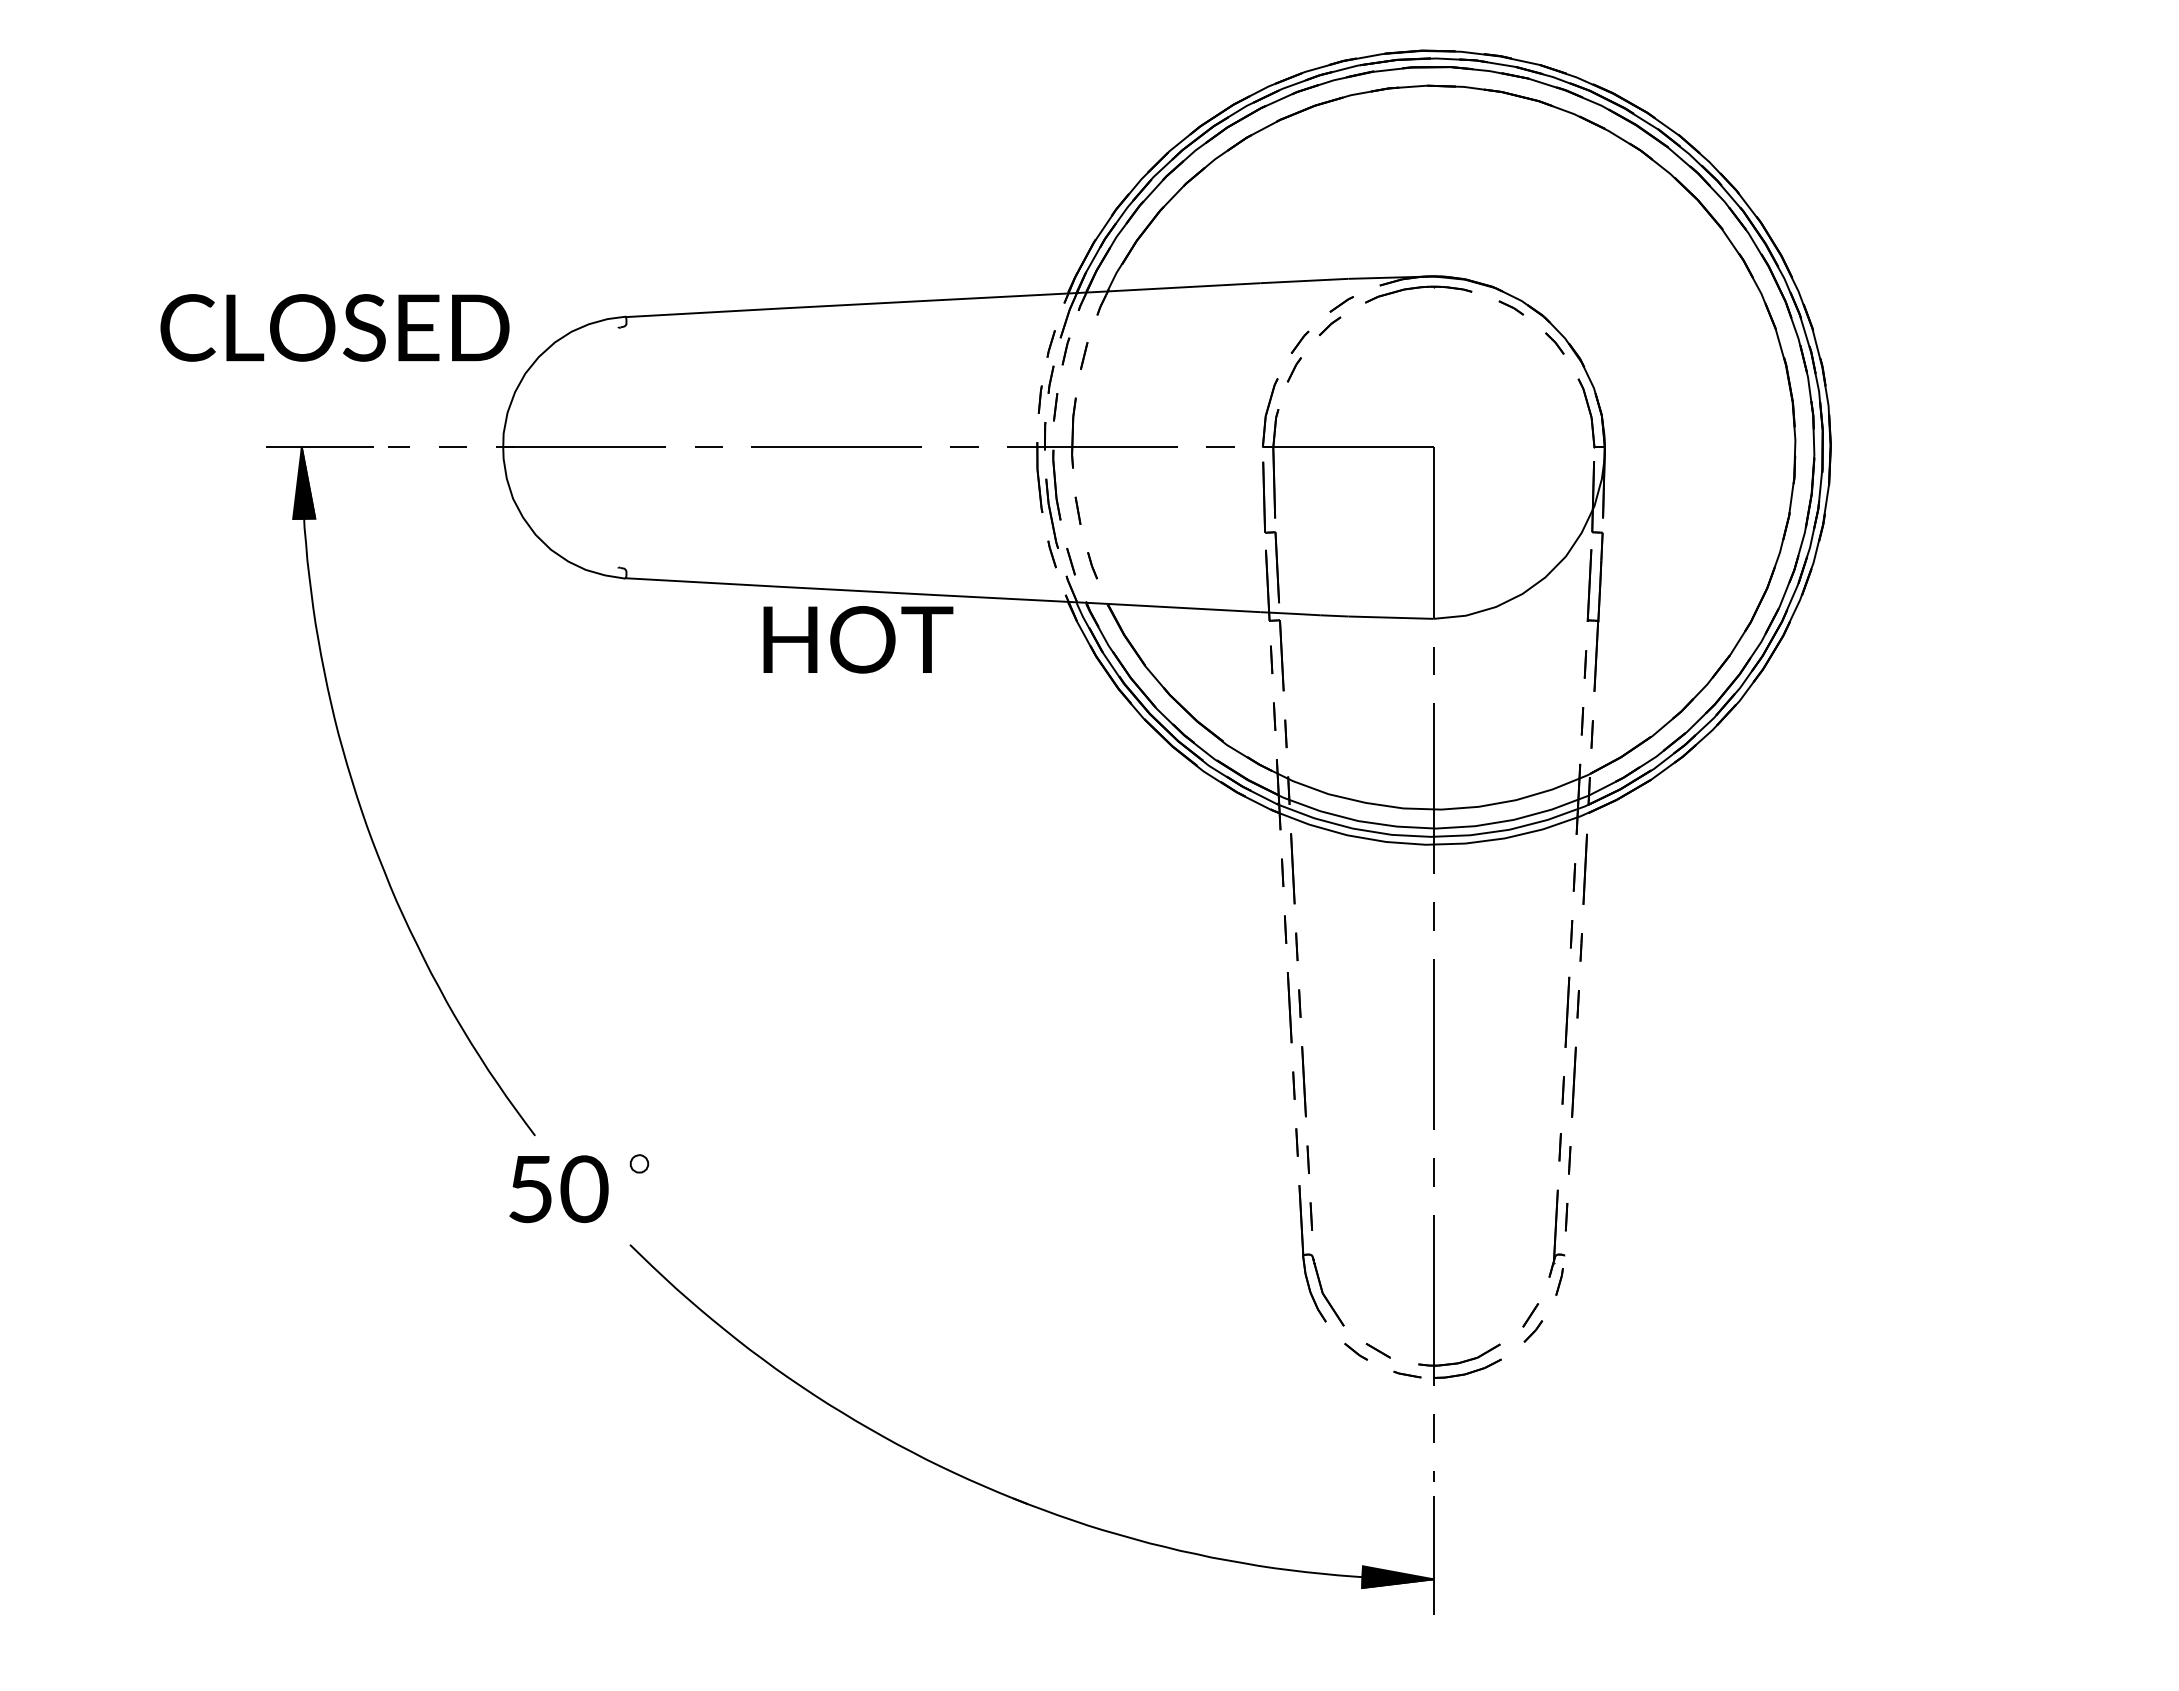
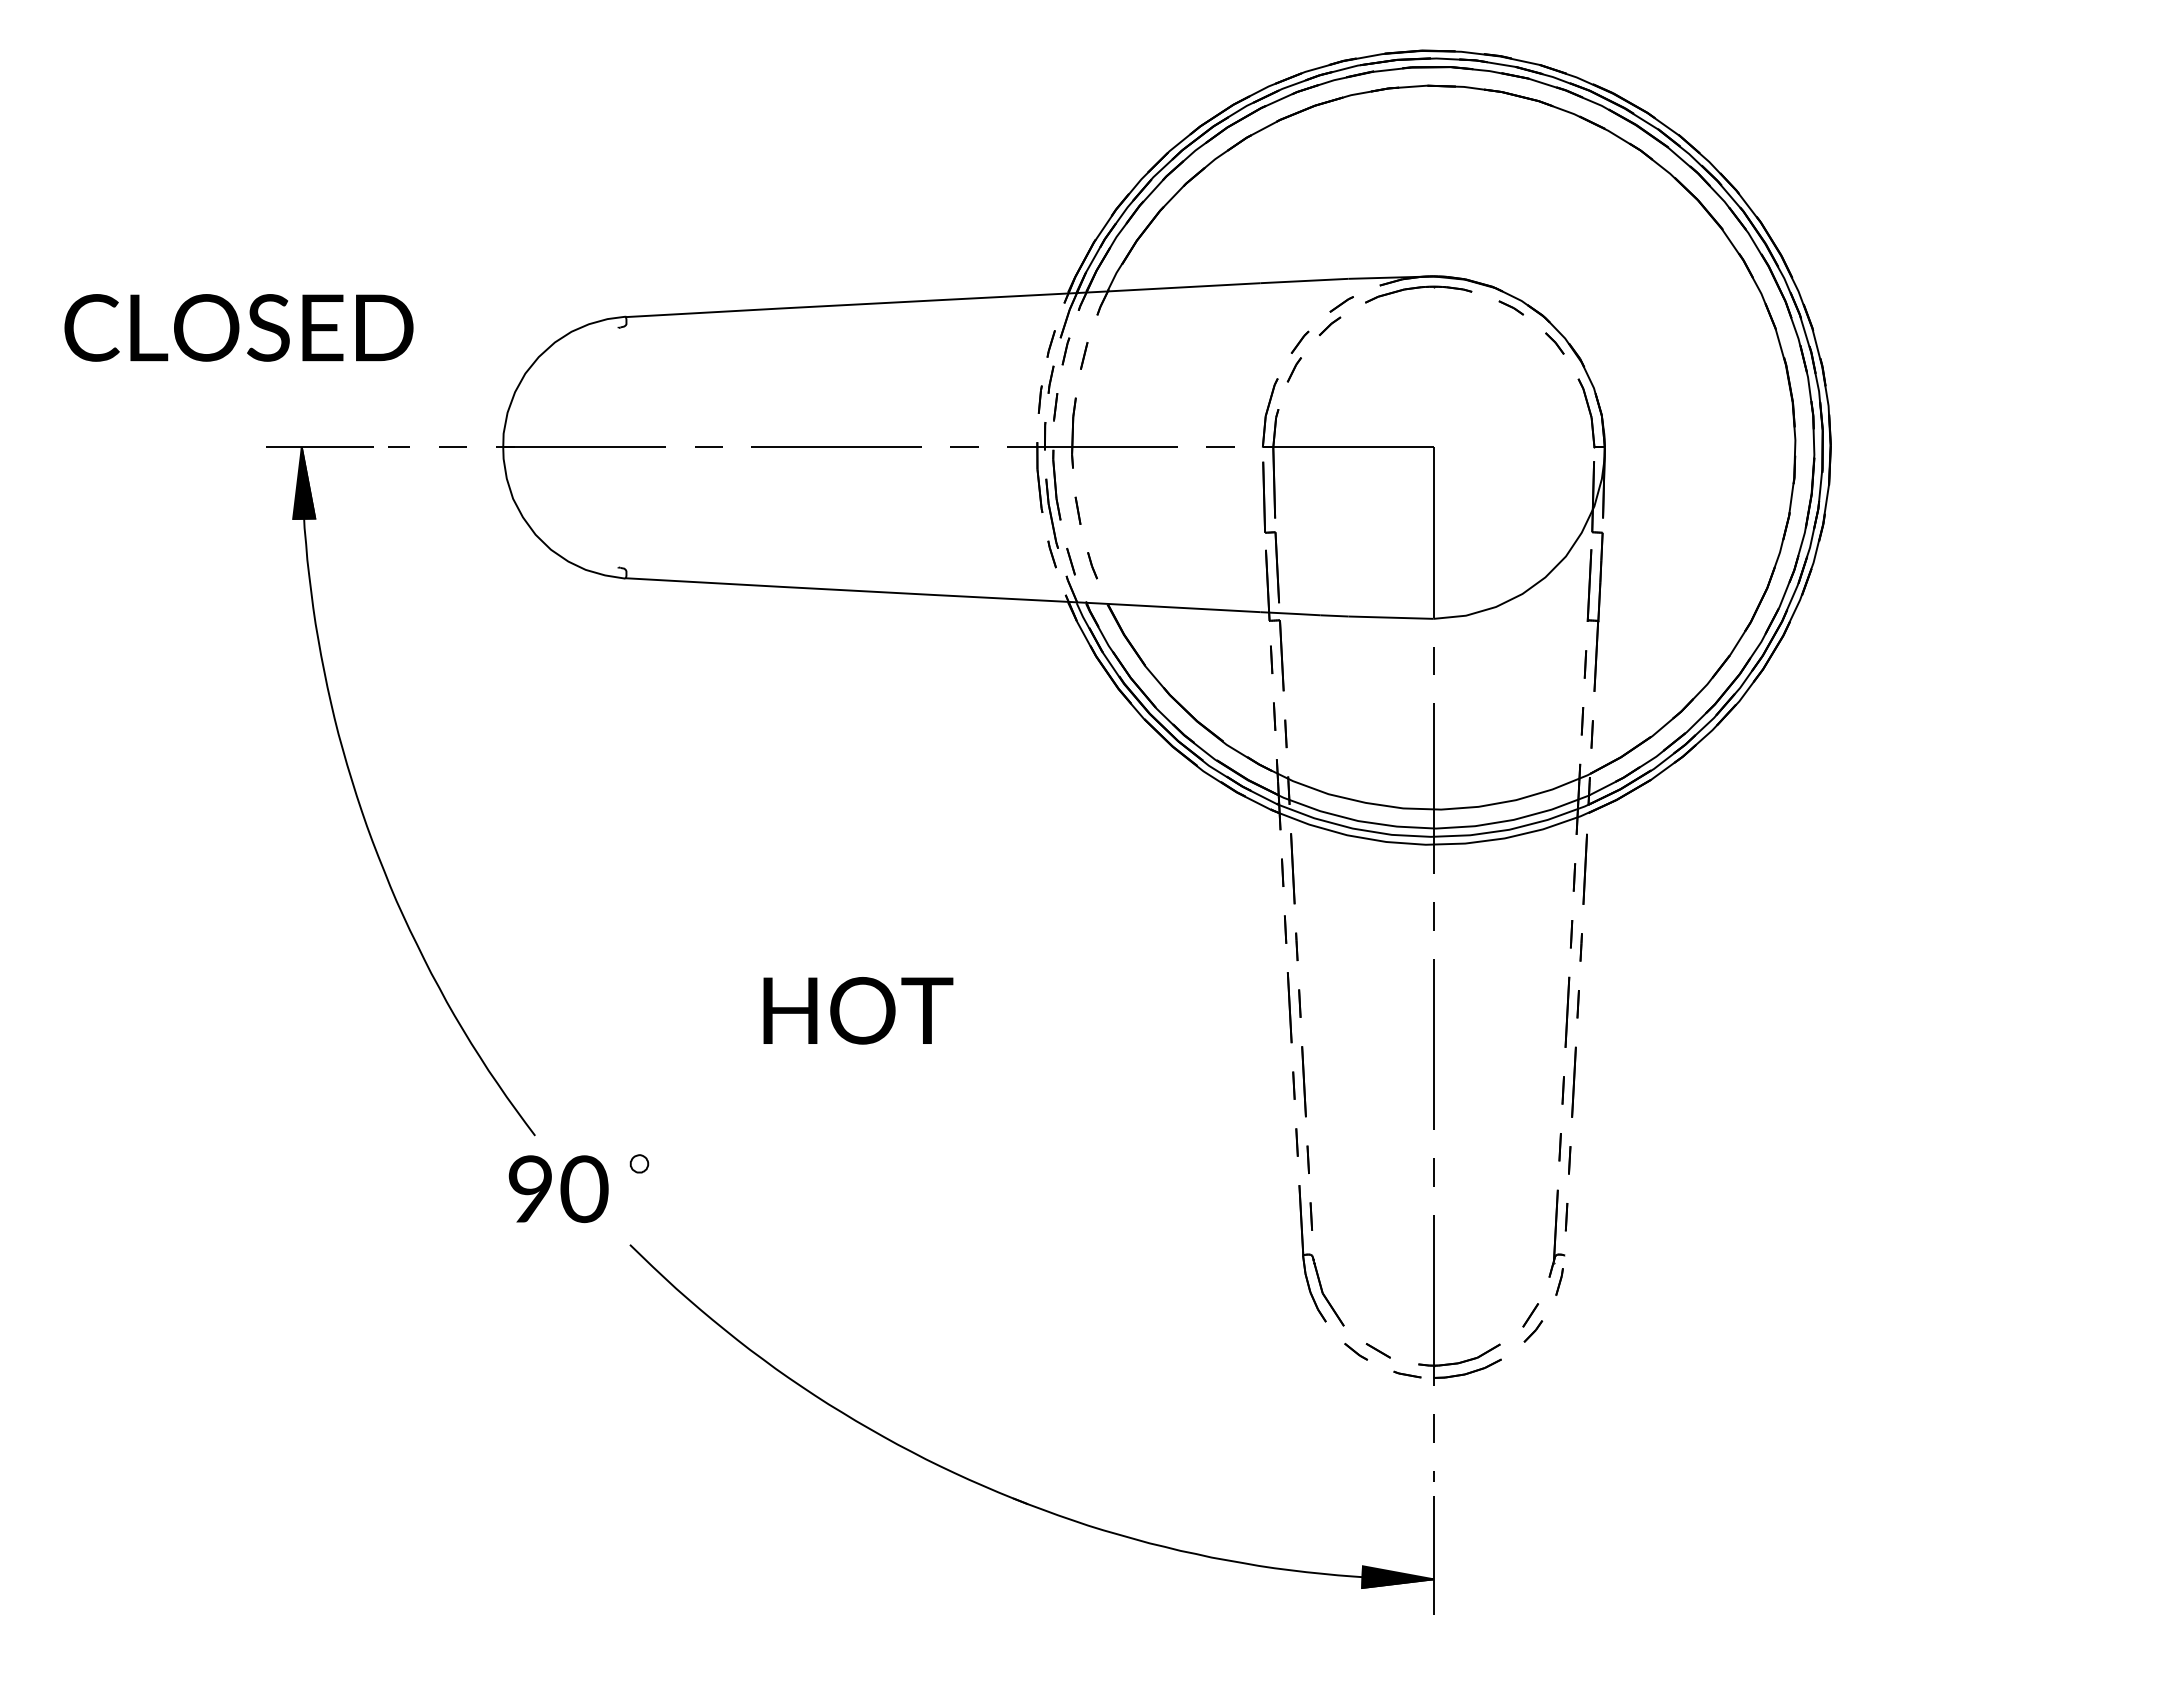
text at (334, 327) position: (334, 327) -> (238, 327)
text at (858, 639) position: (858, 639) -> (858, 1010)
text at (529, 1189): 50 -> 90
